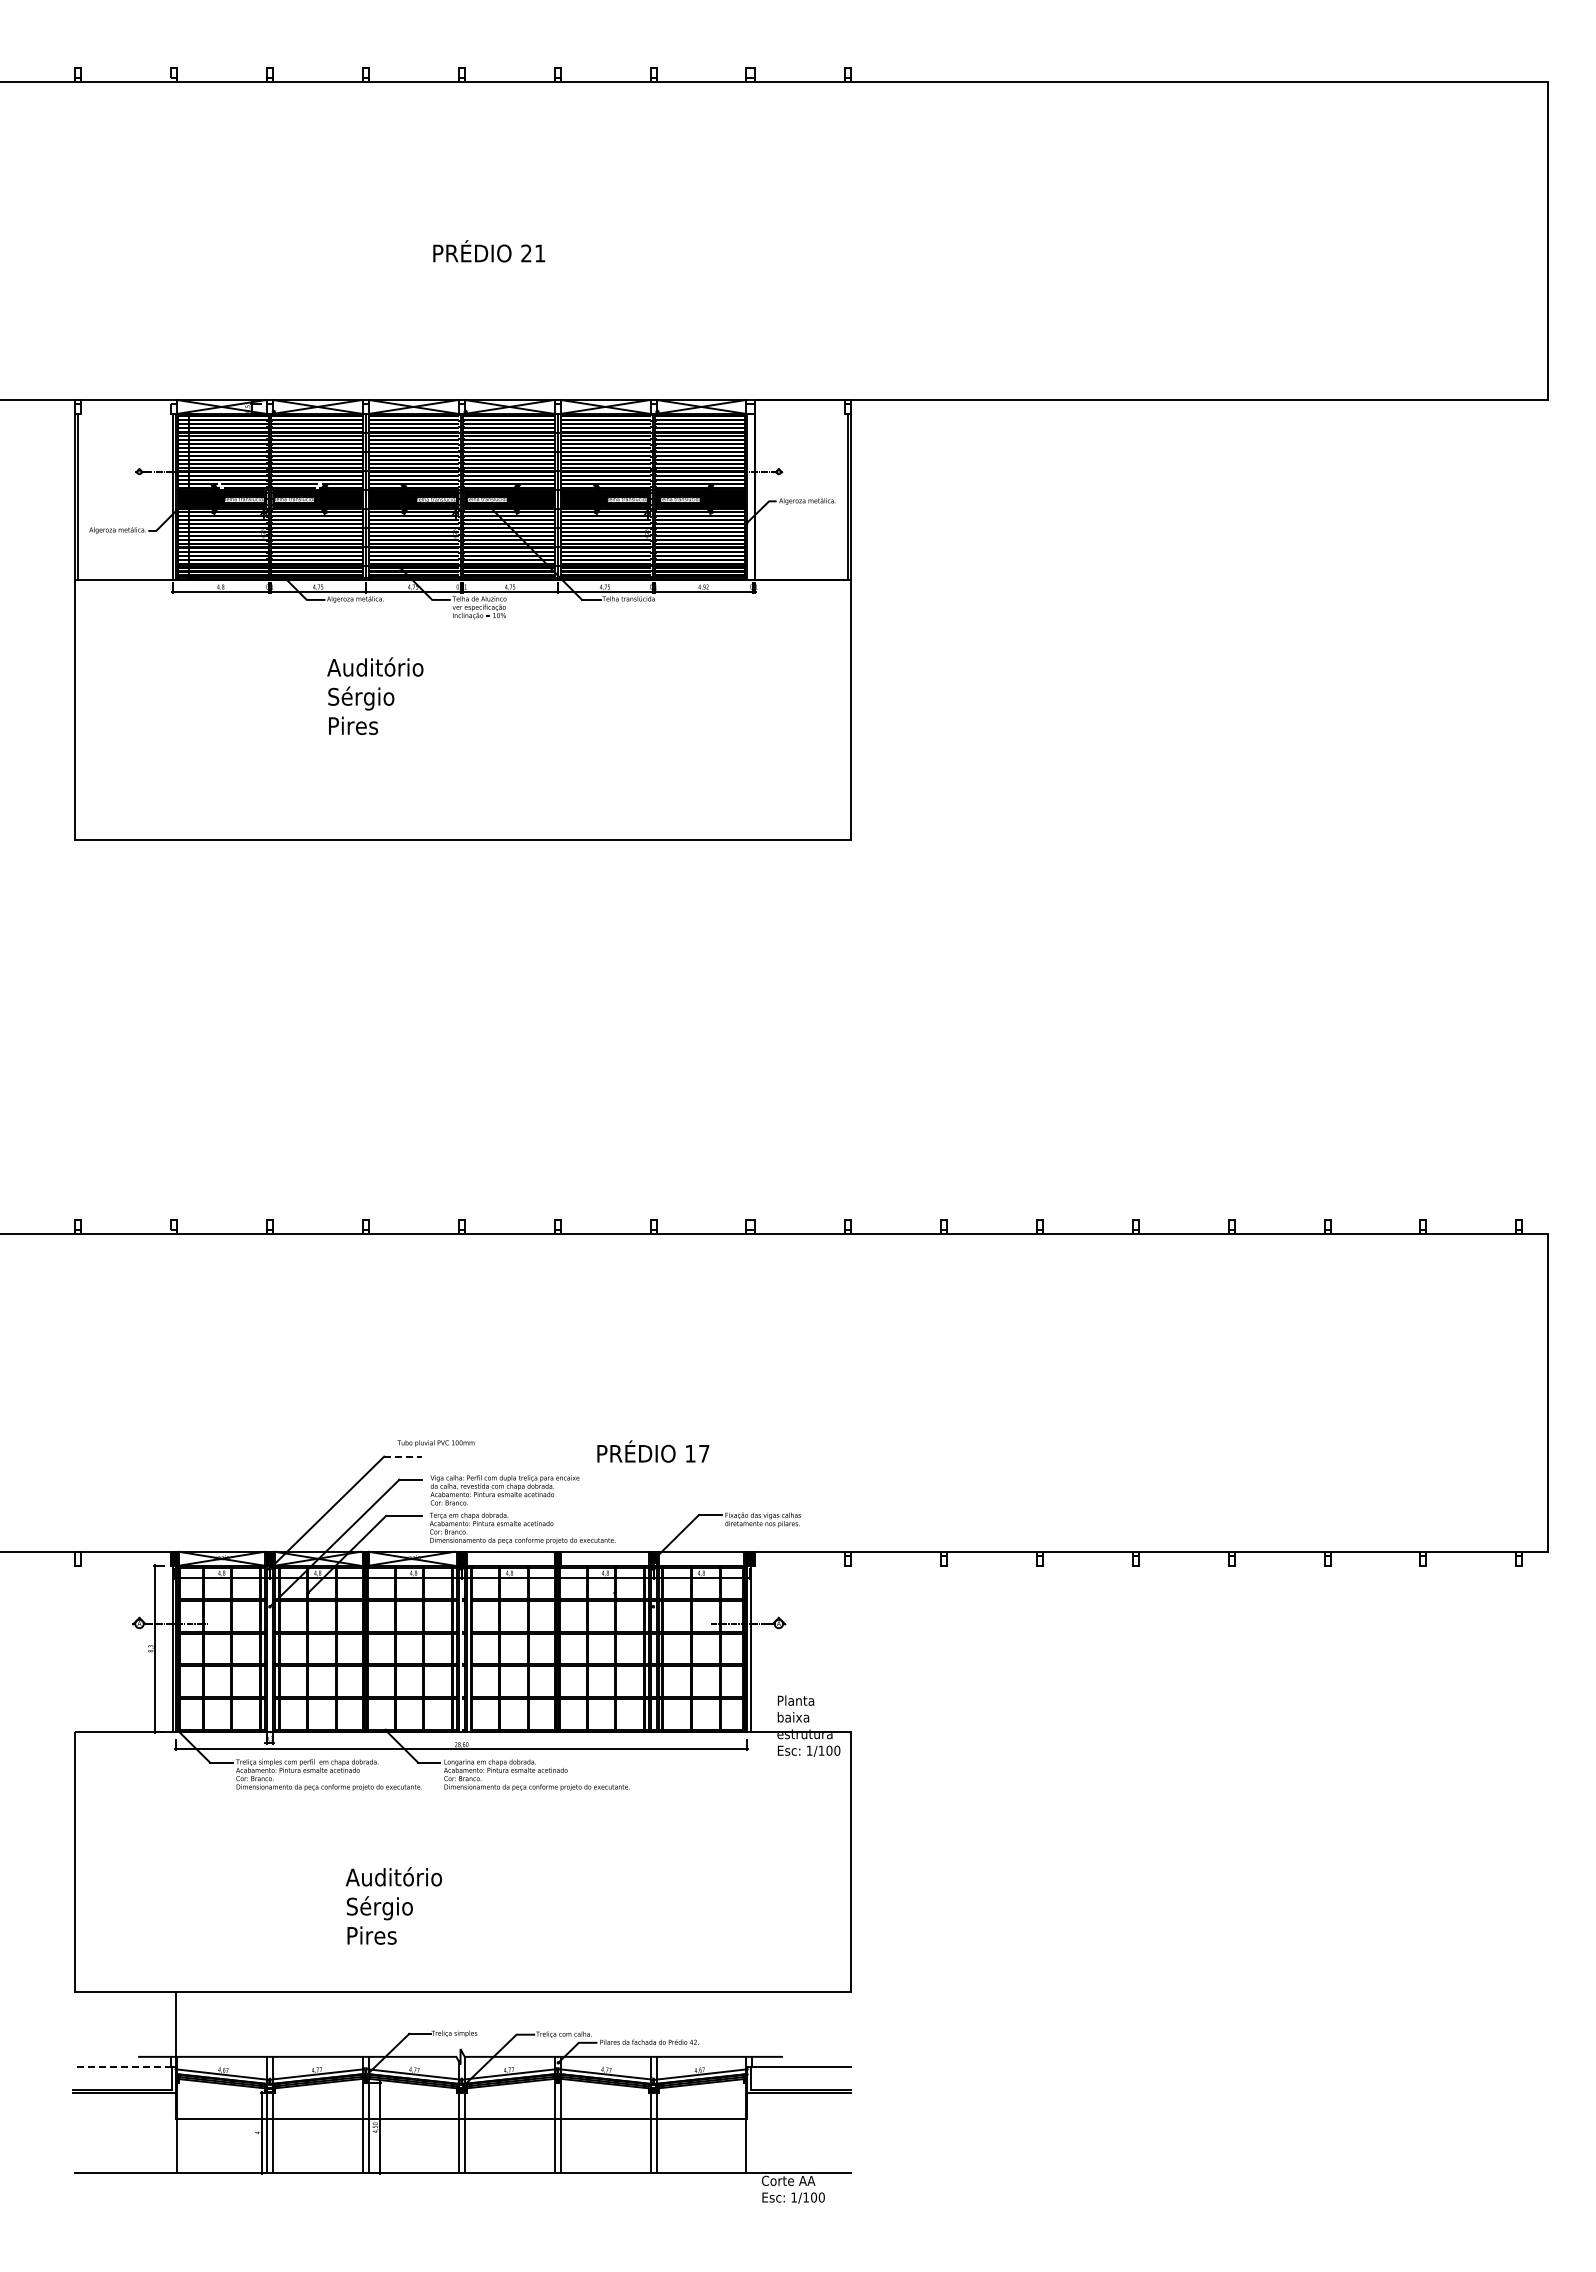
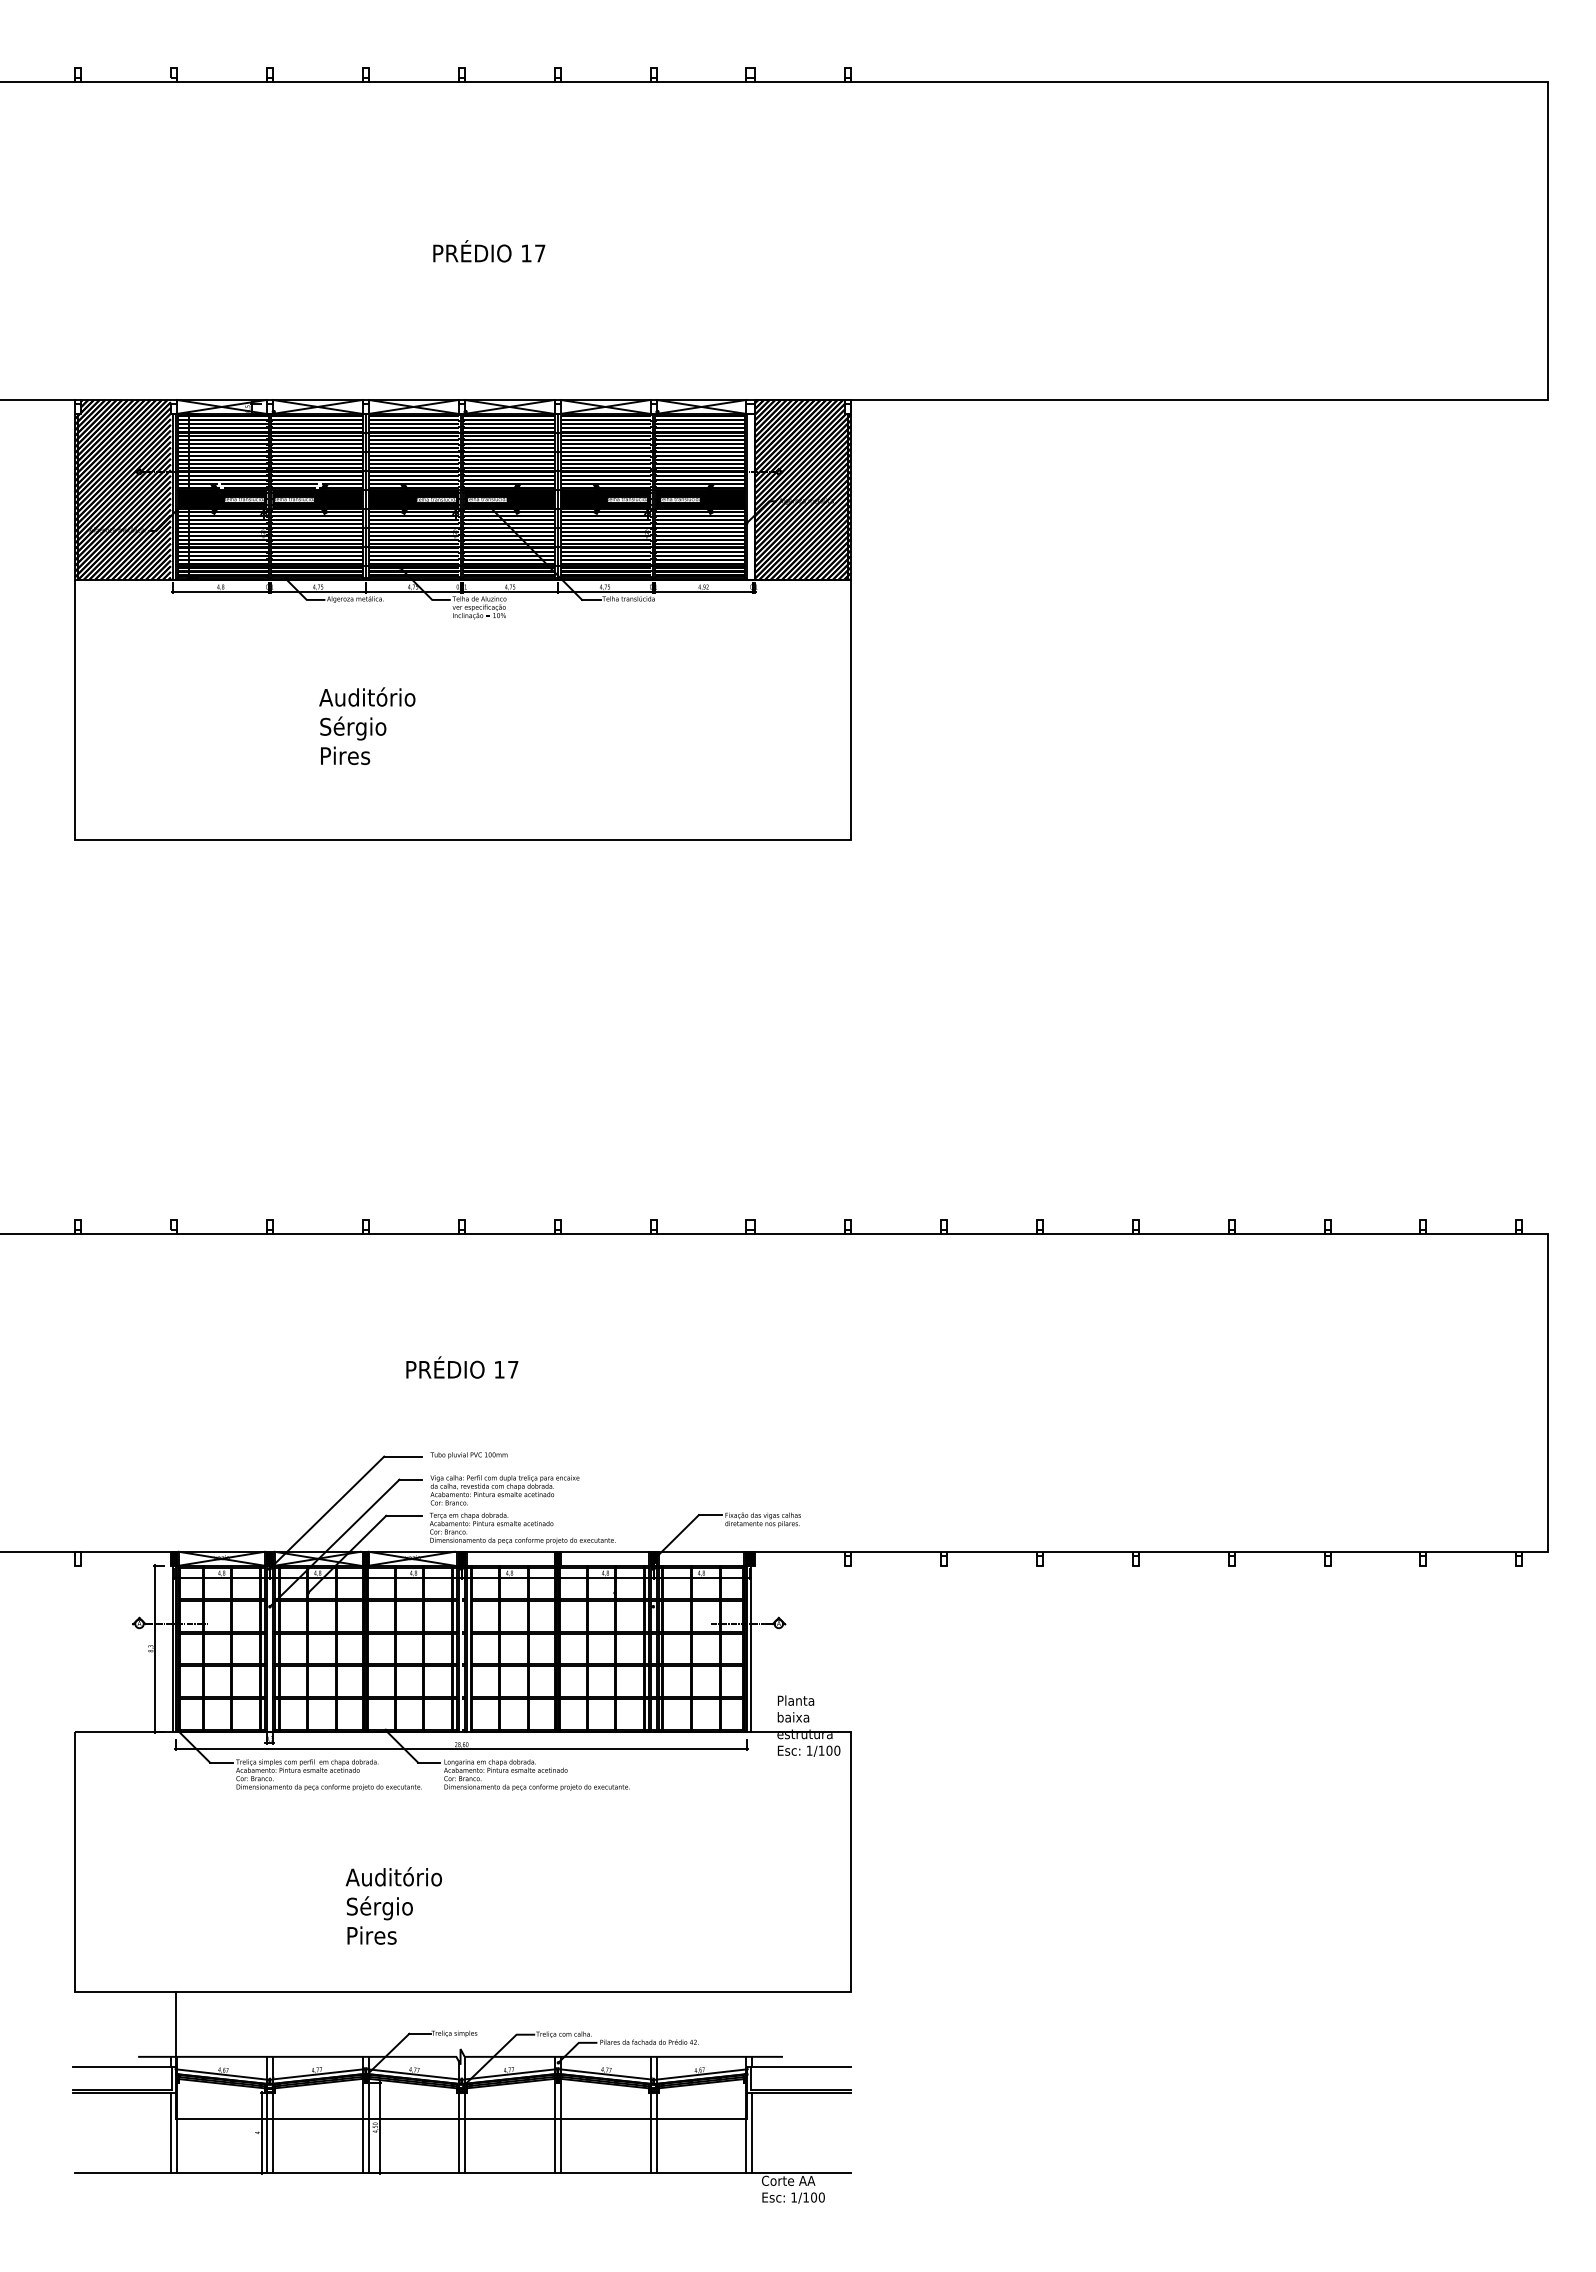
text at (533, 253): 21 -> 17
hatch at (122, 489): none -> present
hatch at (802, 489): none -> present
text at (375, 695) position: (375, 695) -> (367, 725)
text at (435, 1443) position: (435, 1443) -> (468, 1455)
text at (653, 1451) position: (653, 1451) -> (462, 1367)
line at (403, 1456): dashed -> solid
line at (122, 2066): dashed -> solid
line at (171, 2132): none -> present
line at (752, 2132): none -> present
